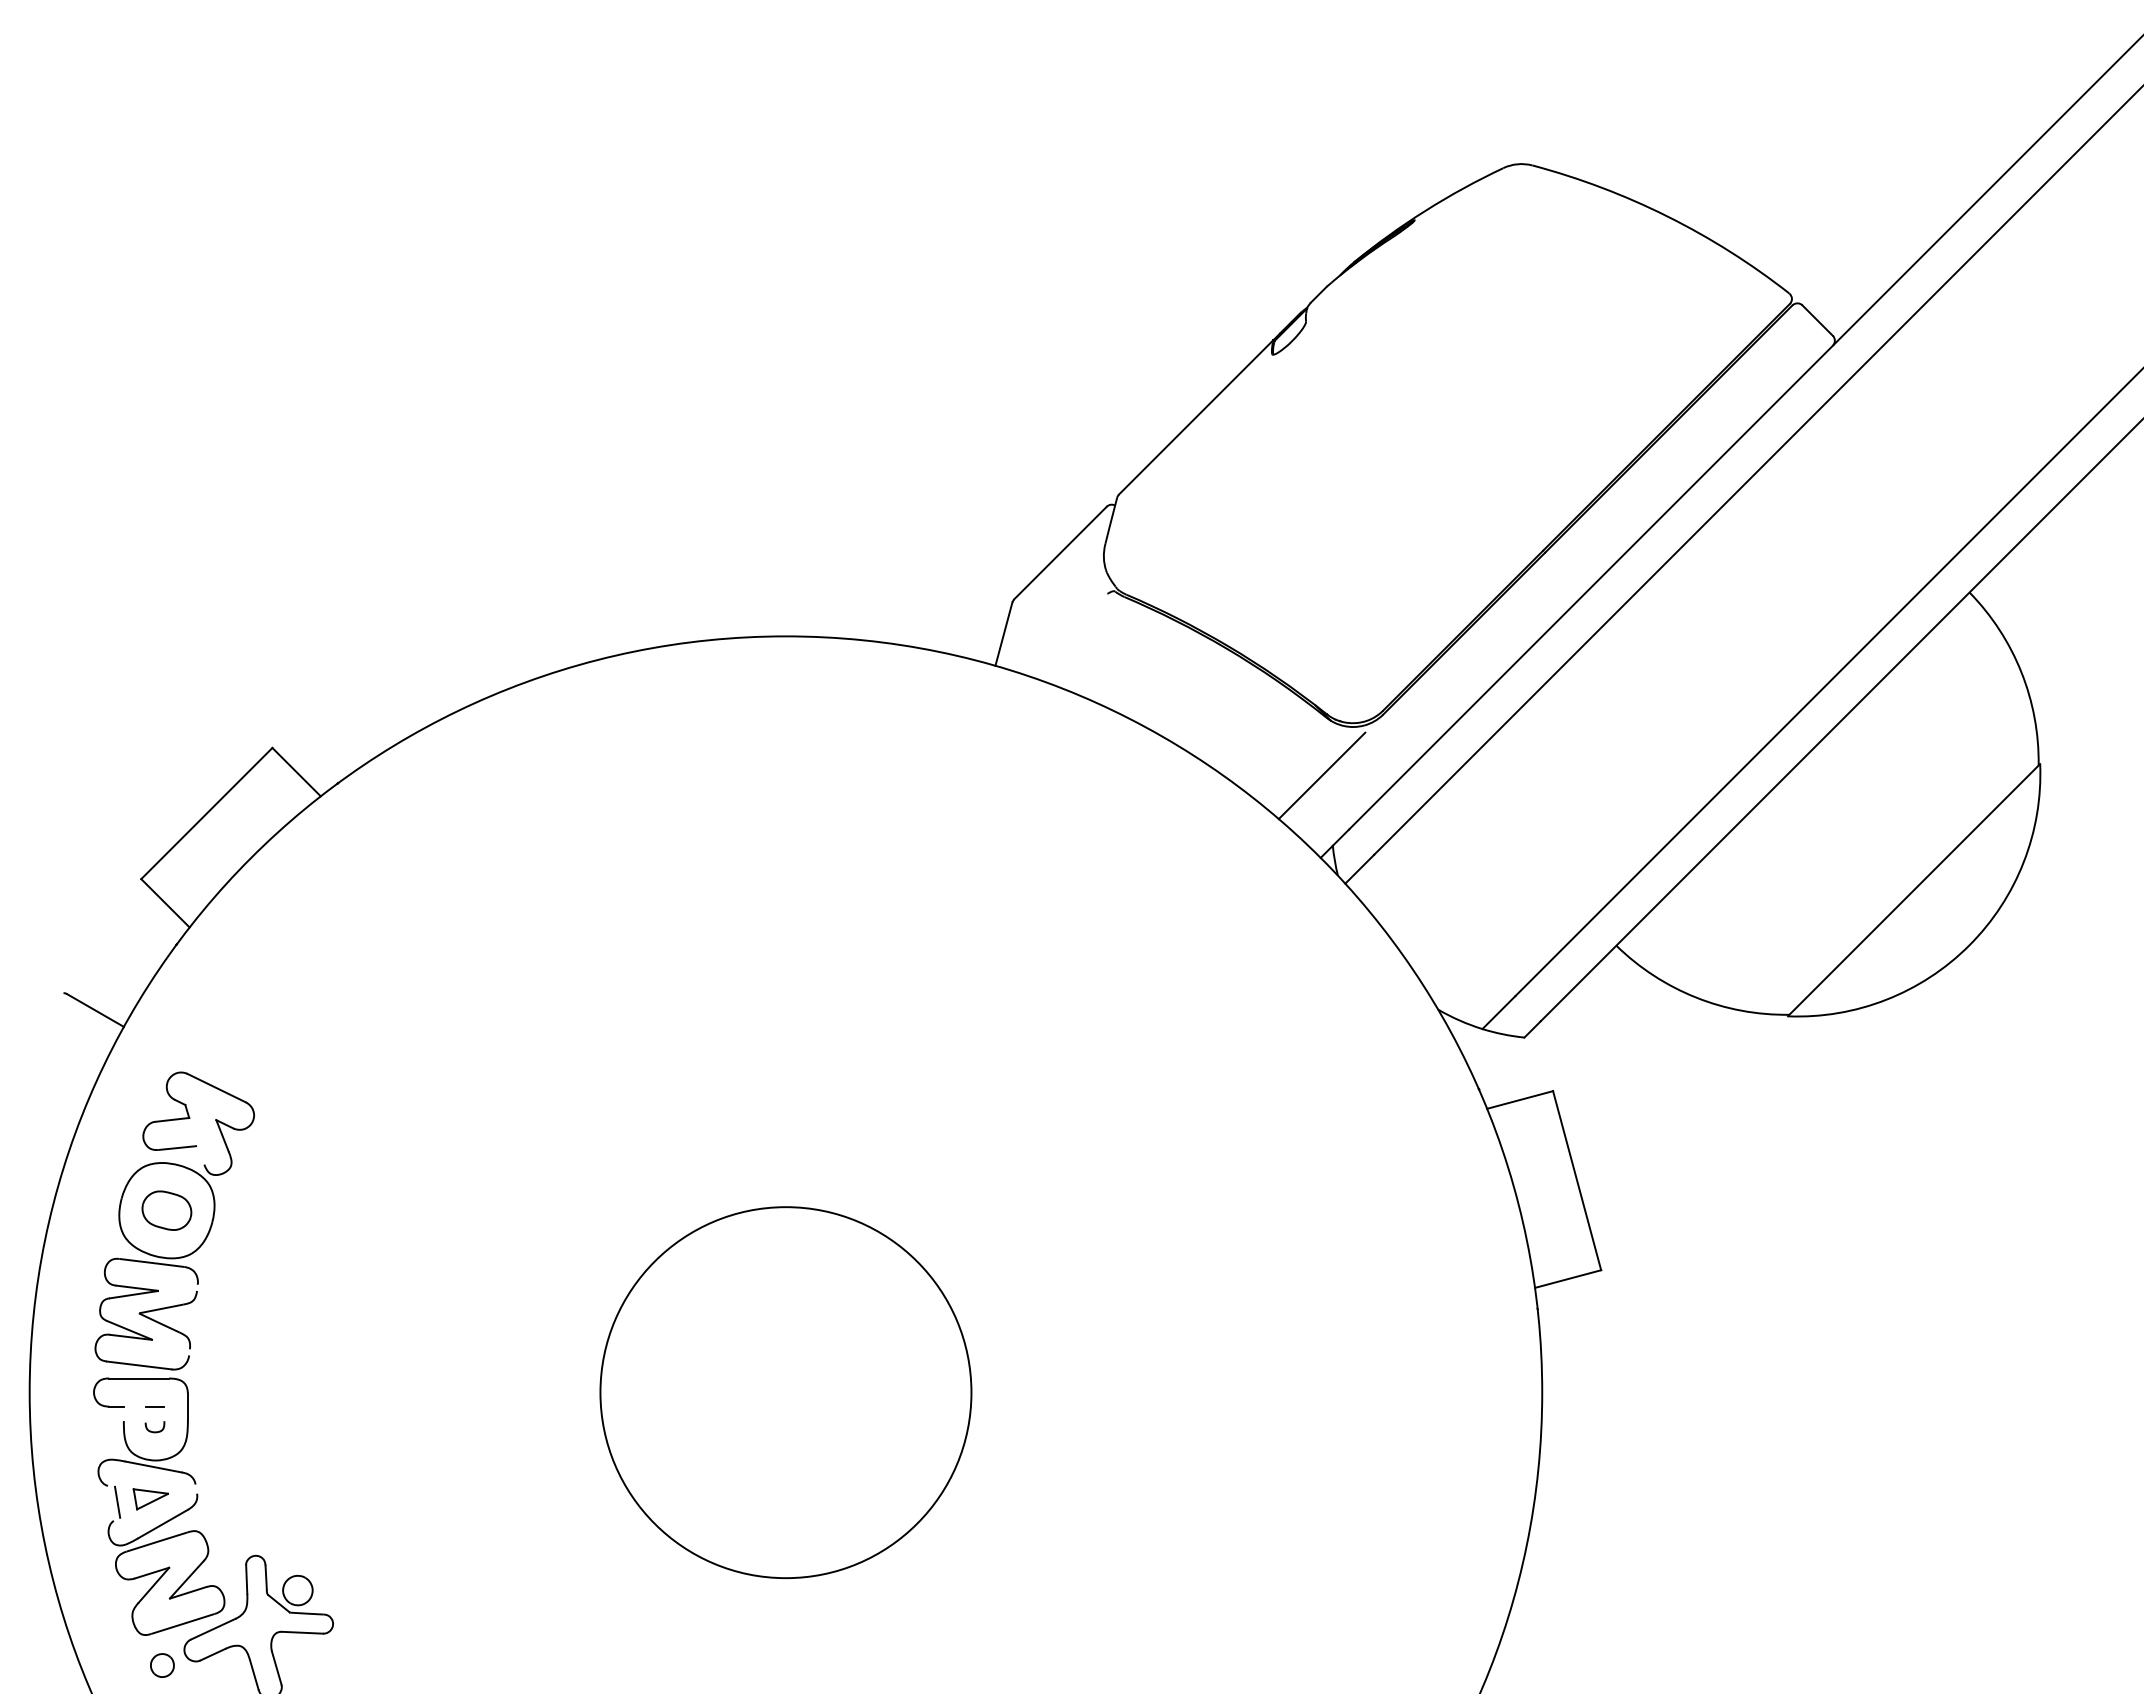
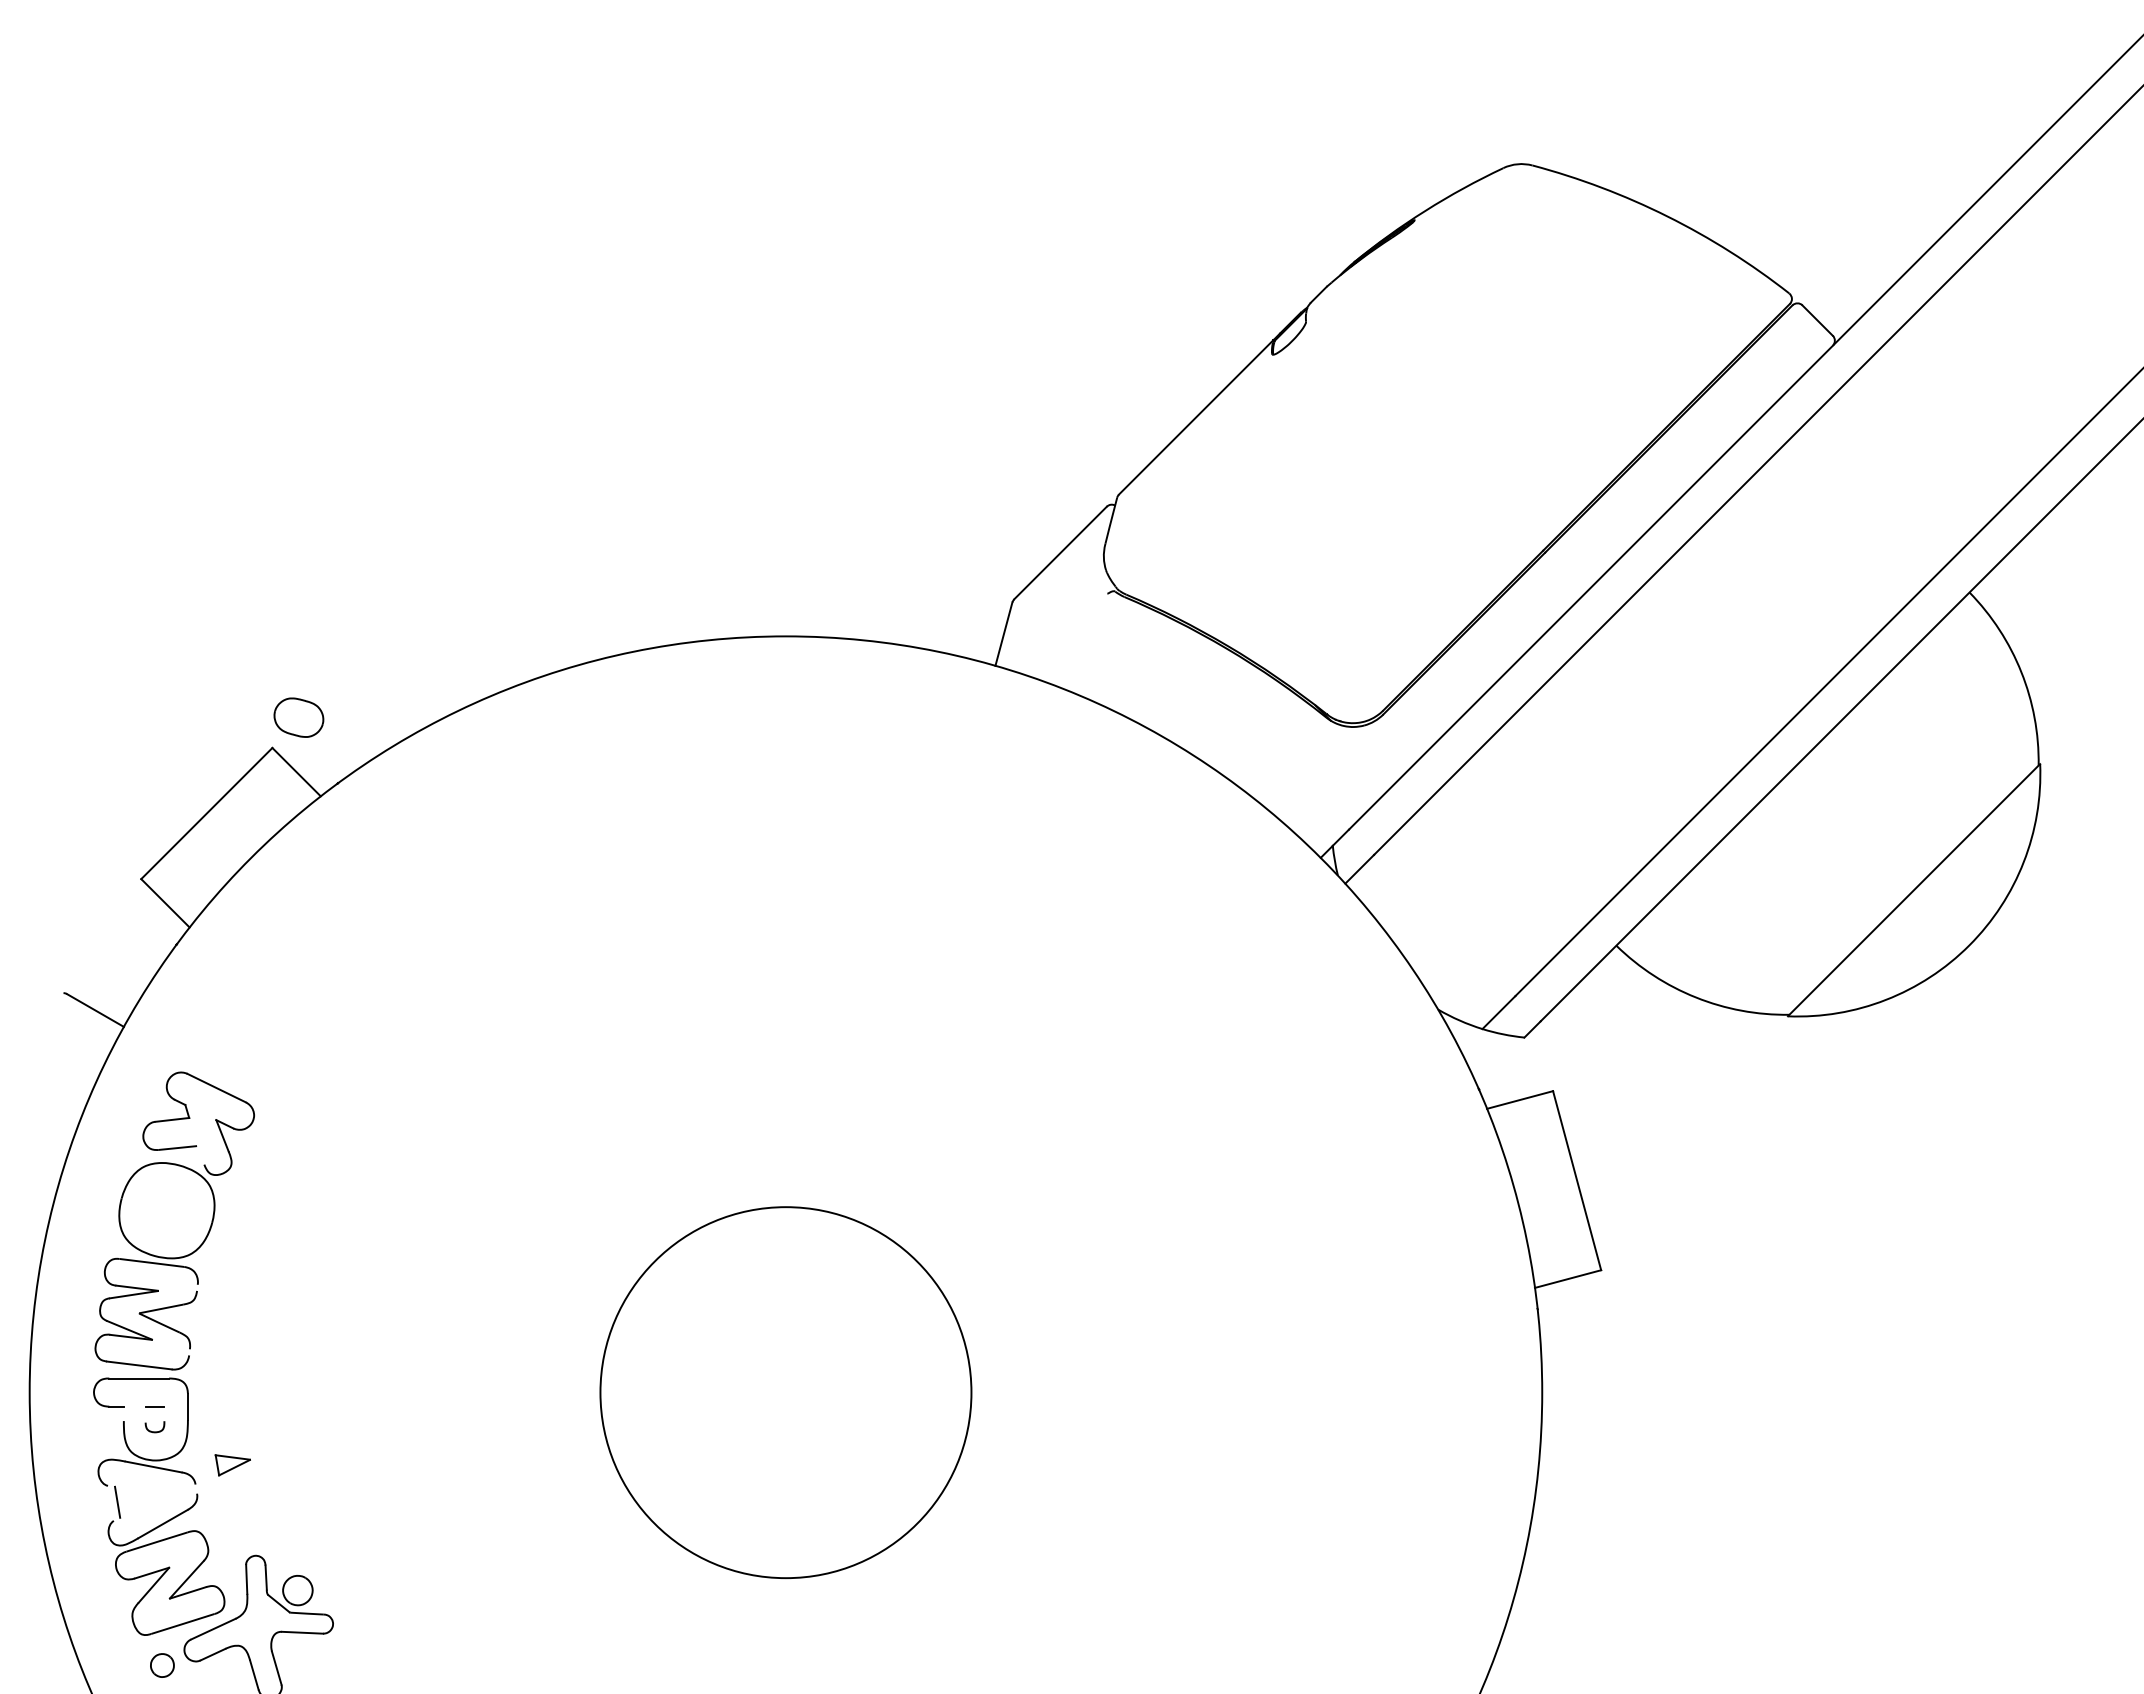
line at (1321, 775): present -> none
part at (166, 1210) position: (166, 1210) -> (298, 717)
part at (150, 1499) position: (150, 1499) -> (232, 1465)
